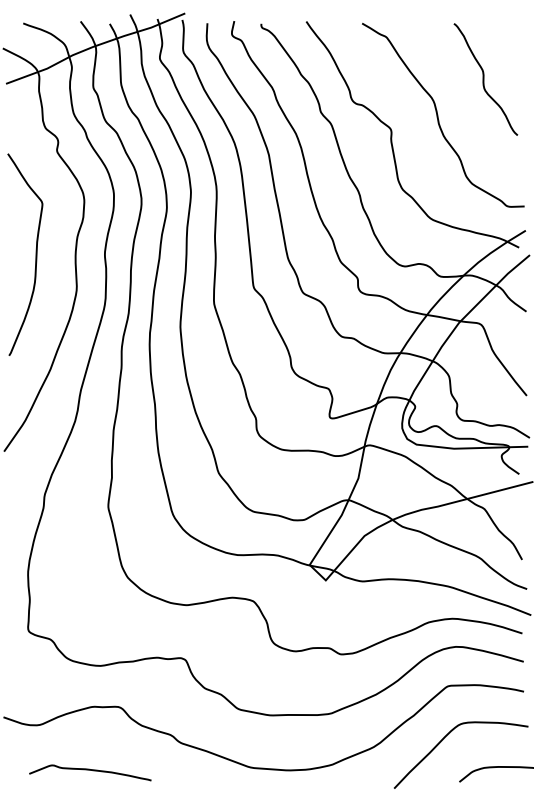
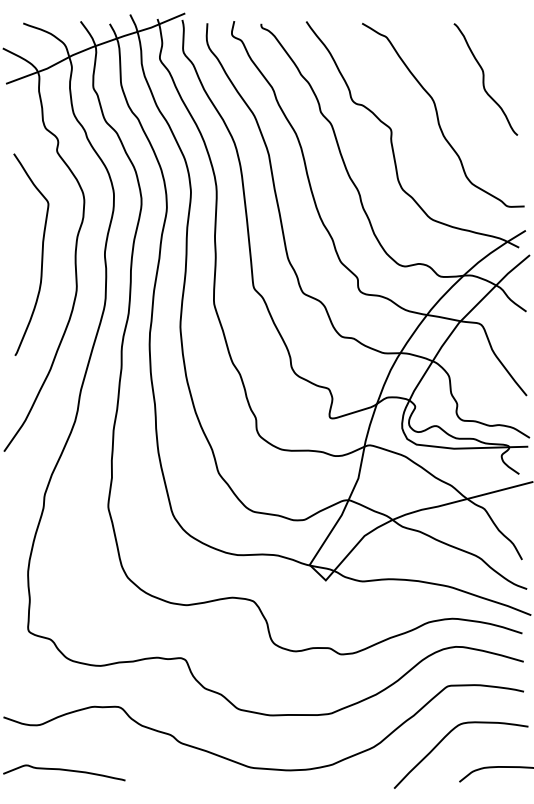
curve at (35, 254) position: (35, 254) -> (41, 254)
curve at (90, 770) position: (90, 770) -> (64, 770)
